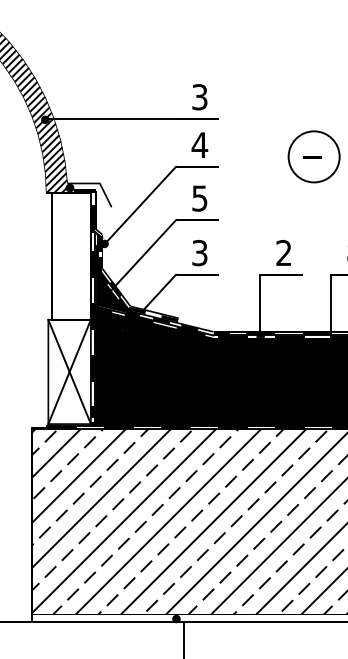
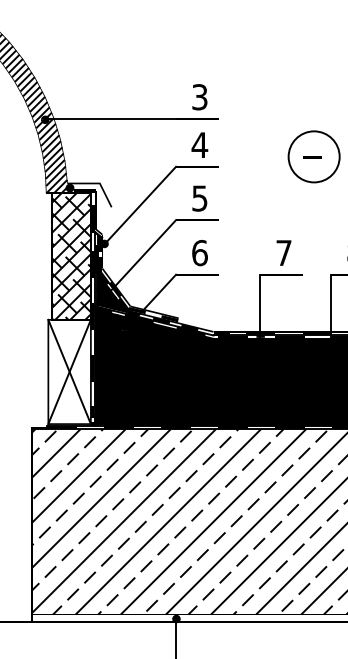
text at (199, 252): 3 -> 6
text at (283, 252): 2 -> 7
hatch at (70, 256): none -> present
line at (183, 638) position: (183, 638) -> (175, 638)
